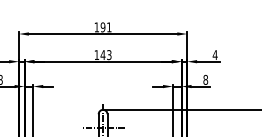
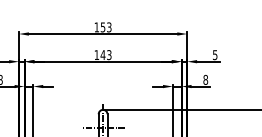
text at (105, 27): 191 -> 153
text at (214, 55): 4 -> 5
